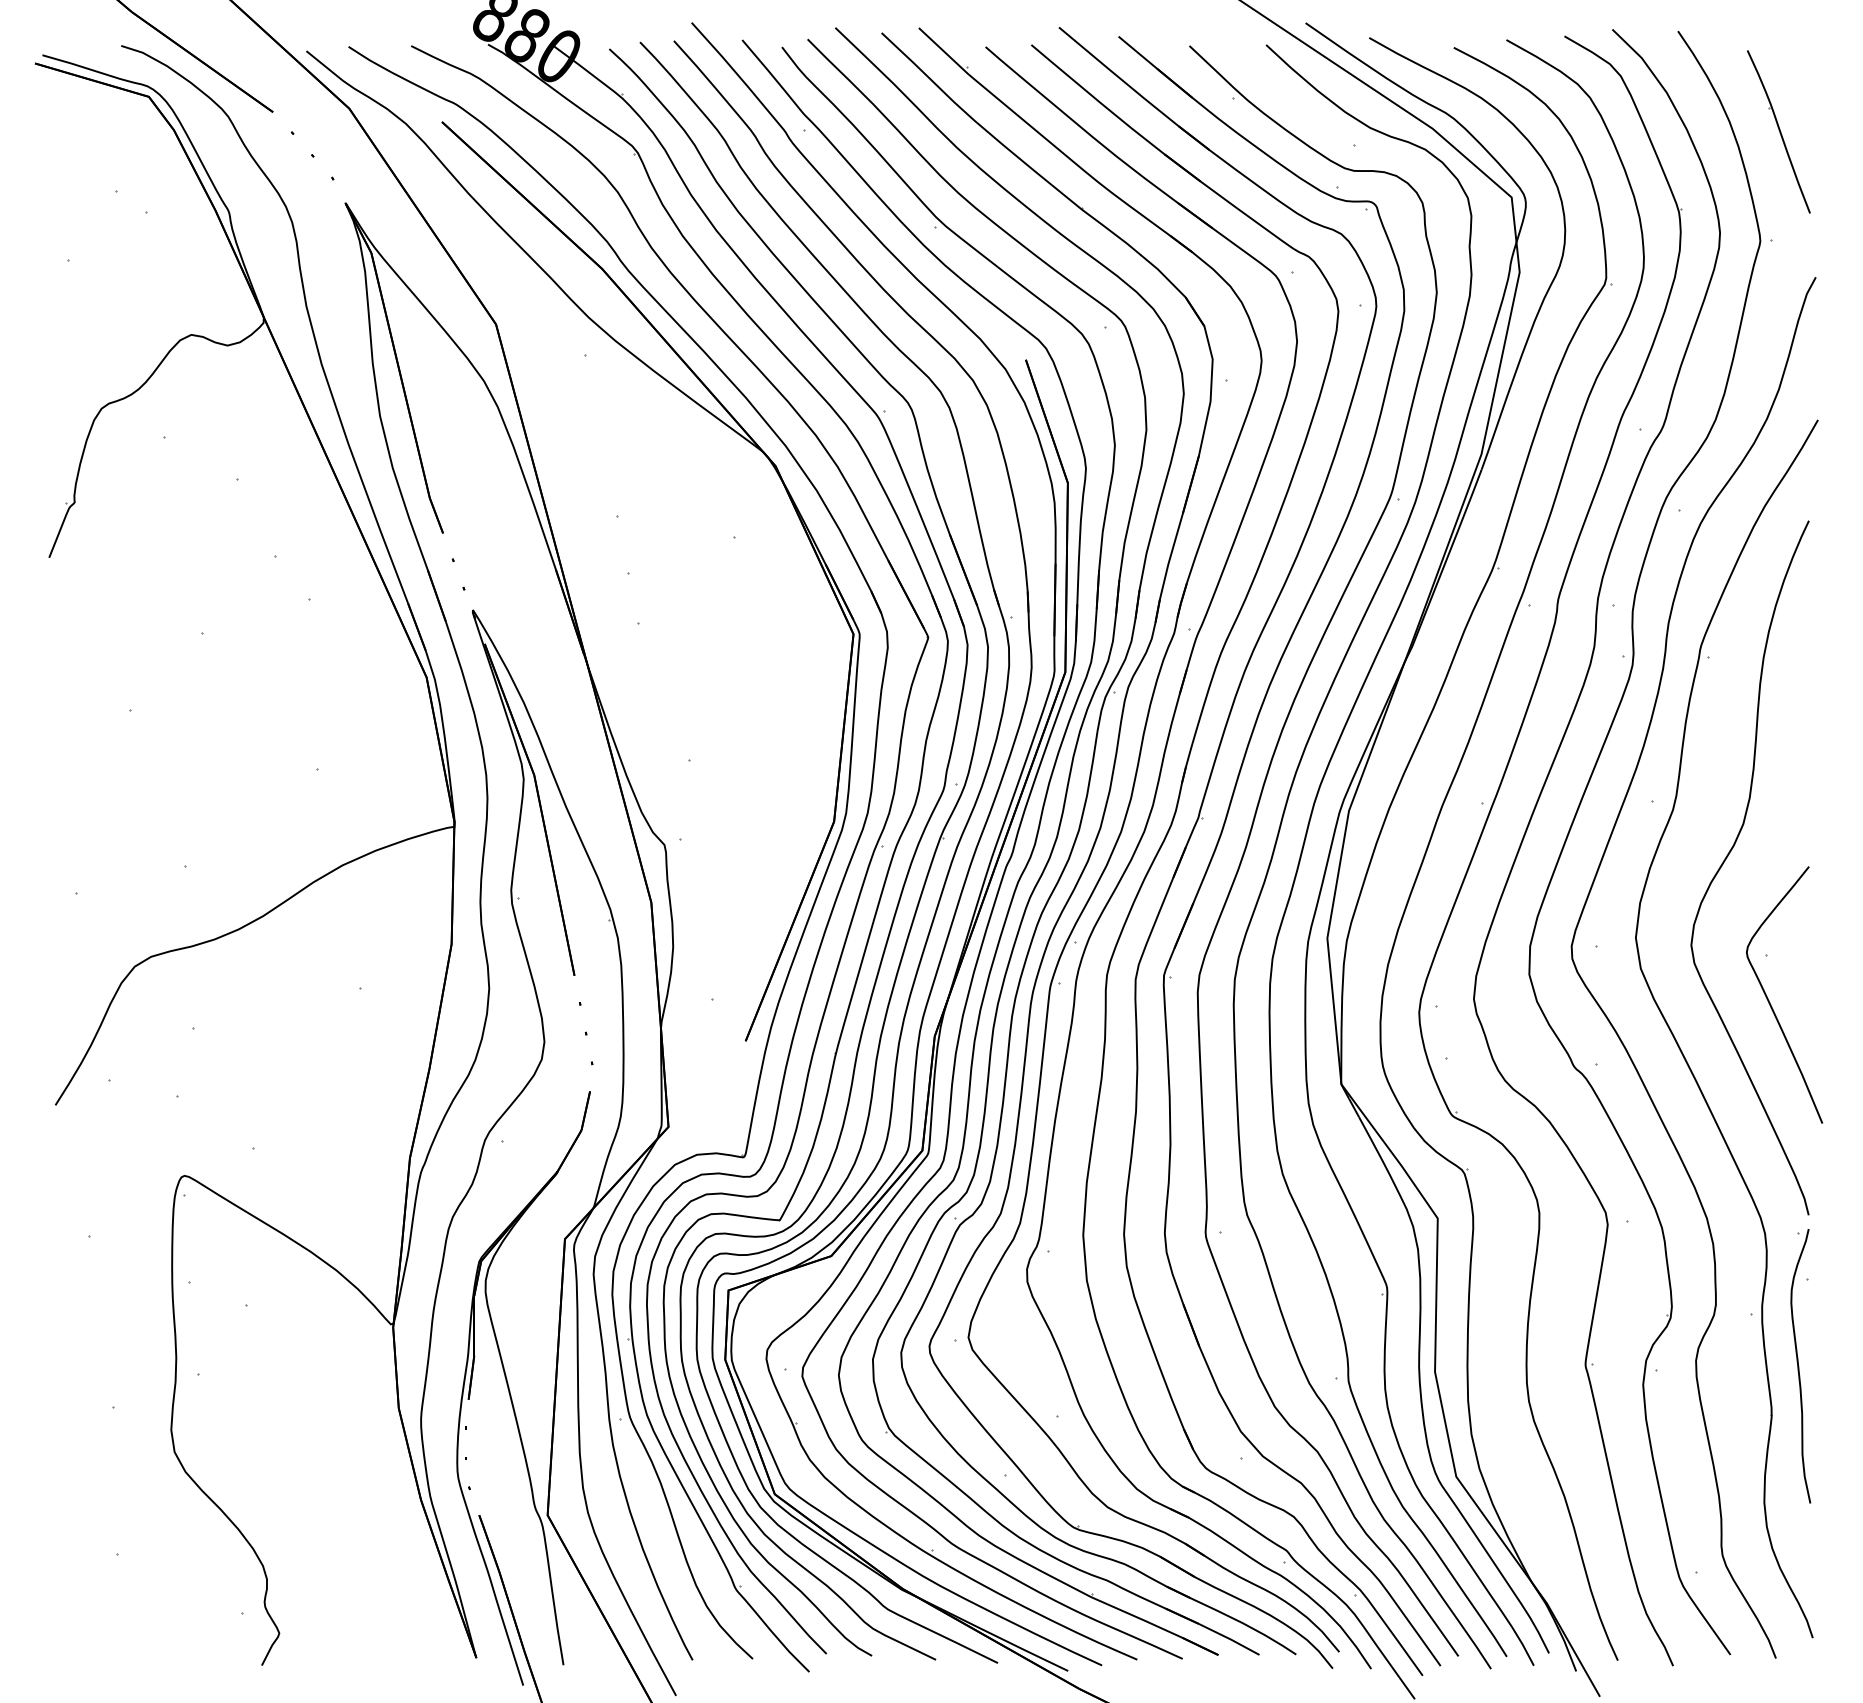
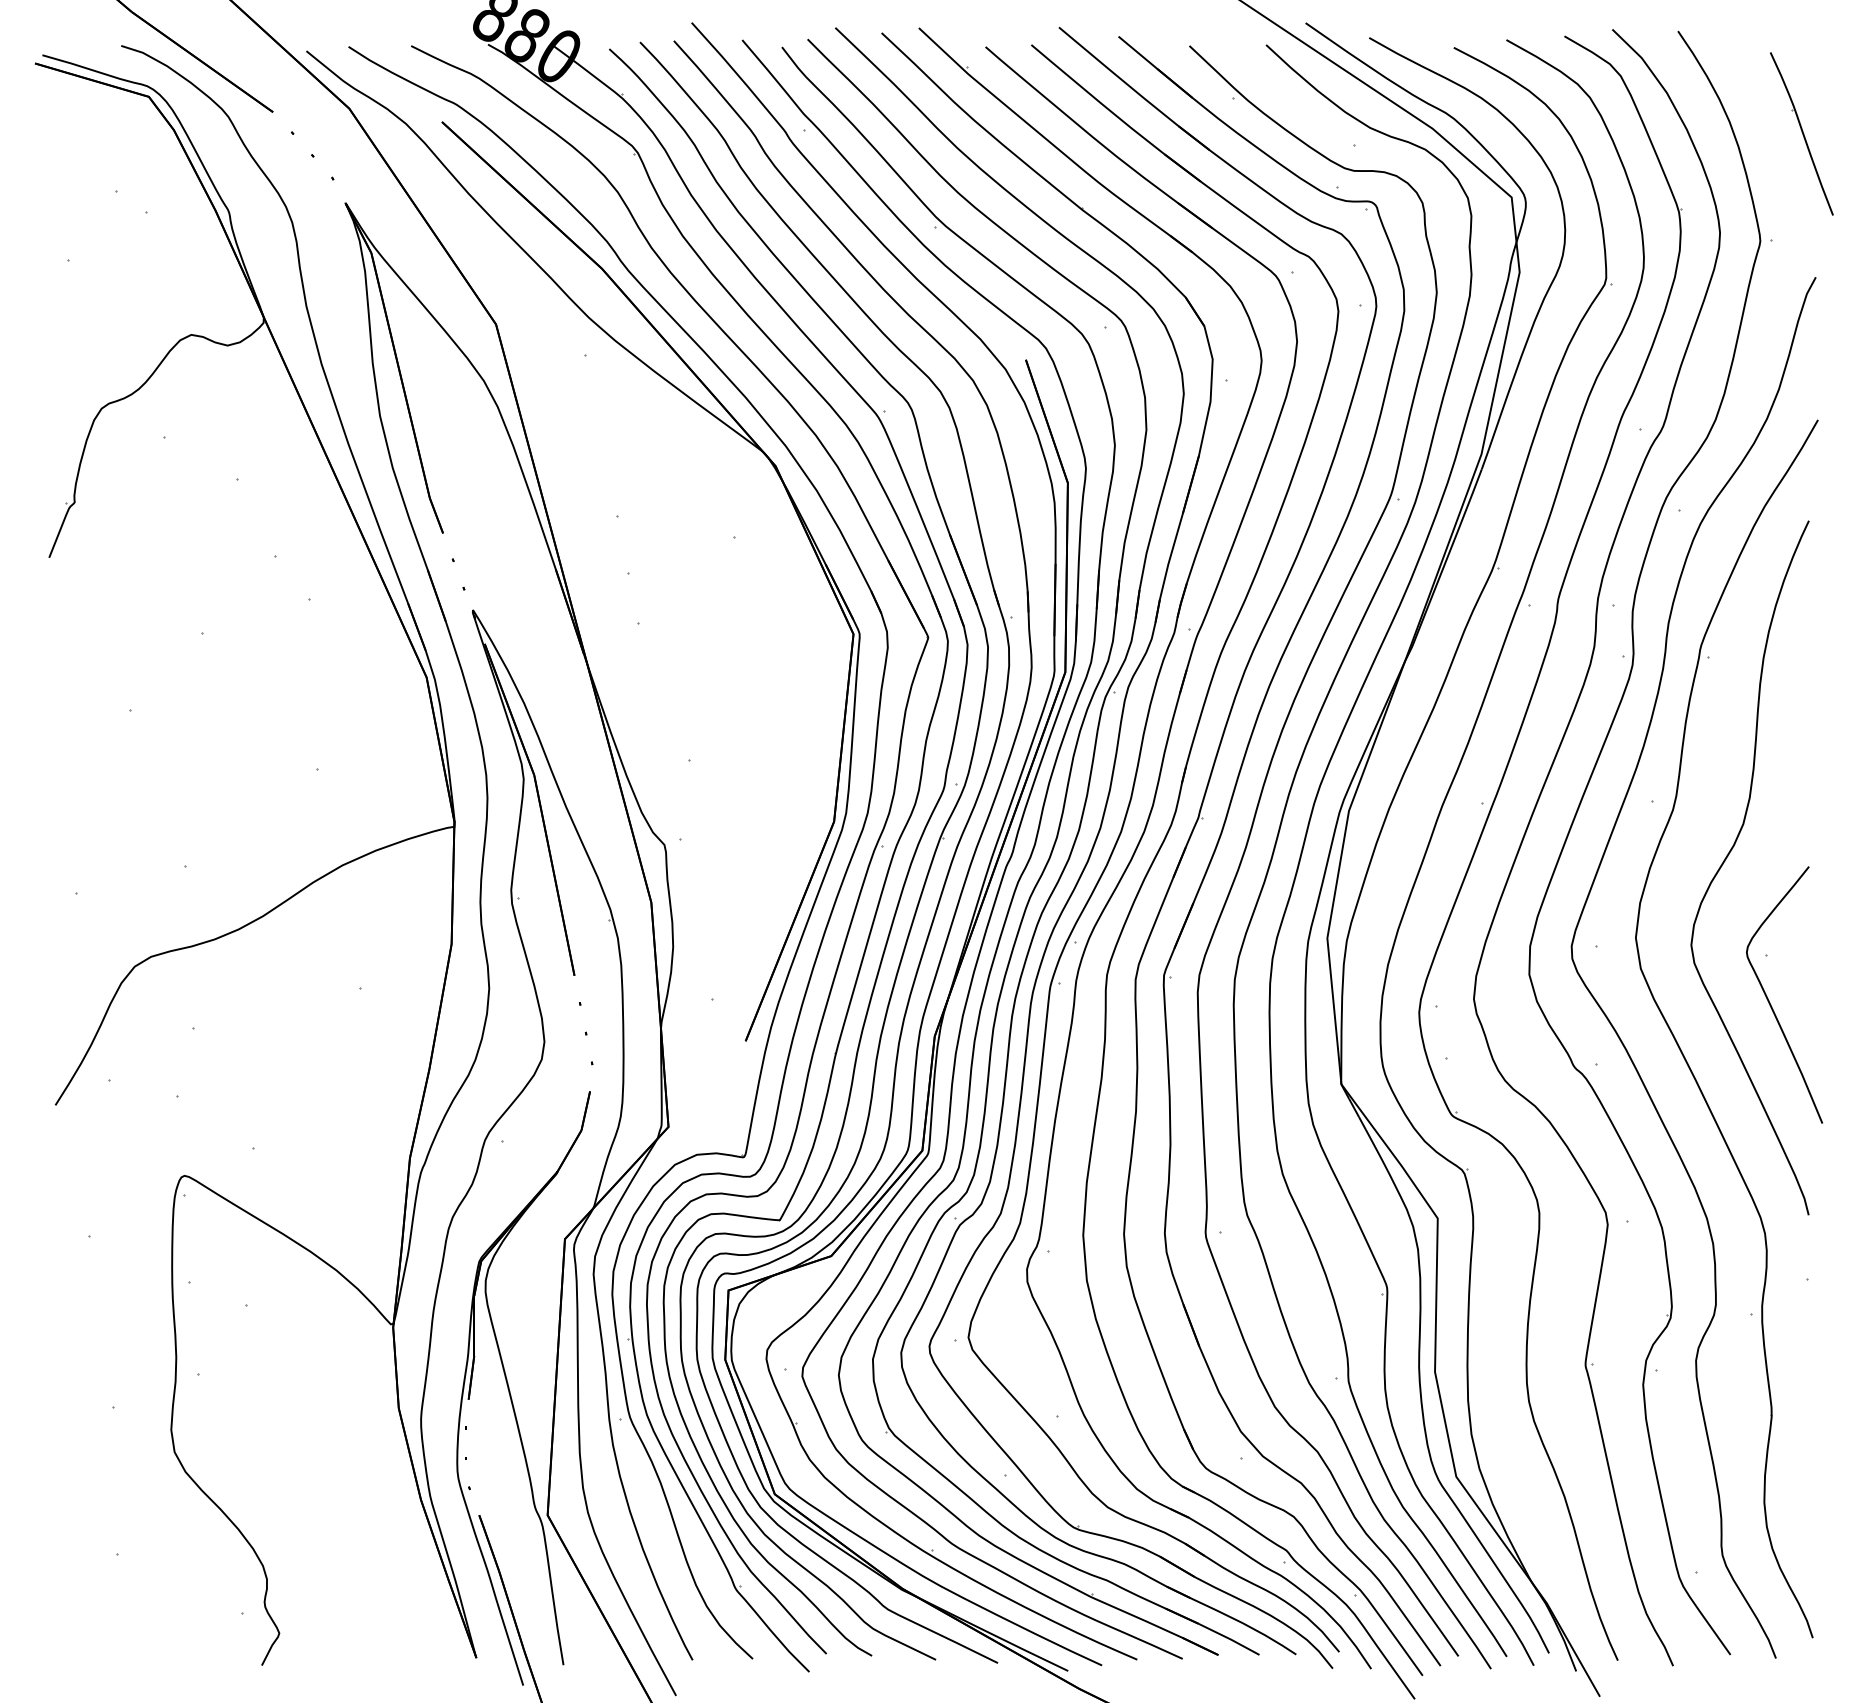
part at (1778, 131) position: (1778, 131) -> (1801, 133)
part at (1800, 1366): present -> none
